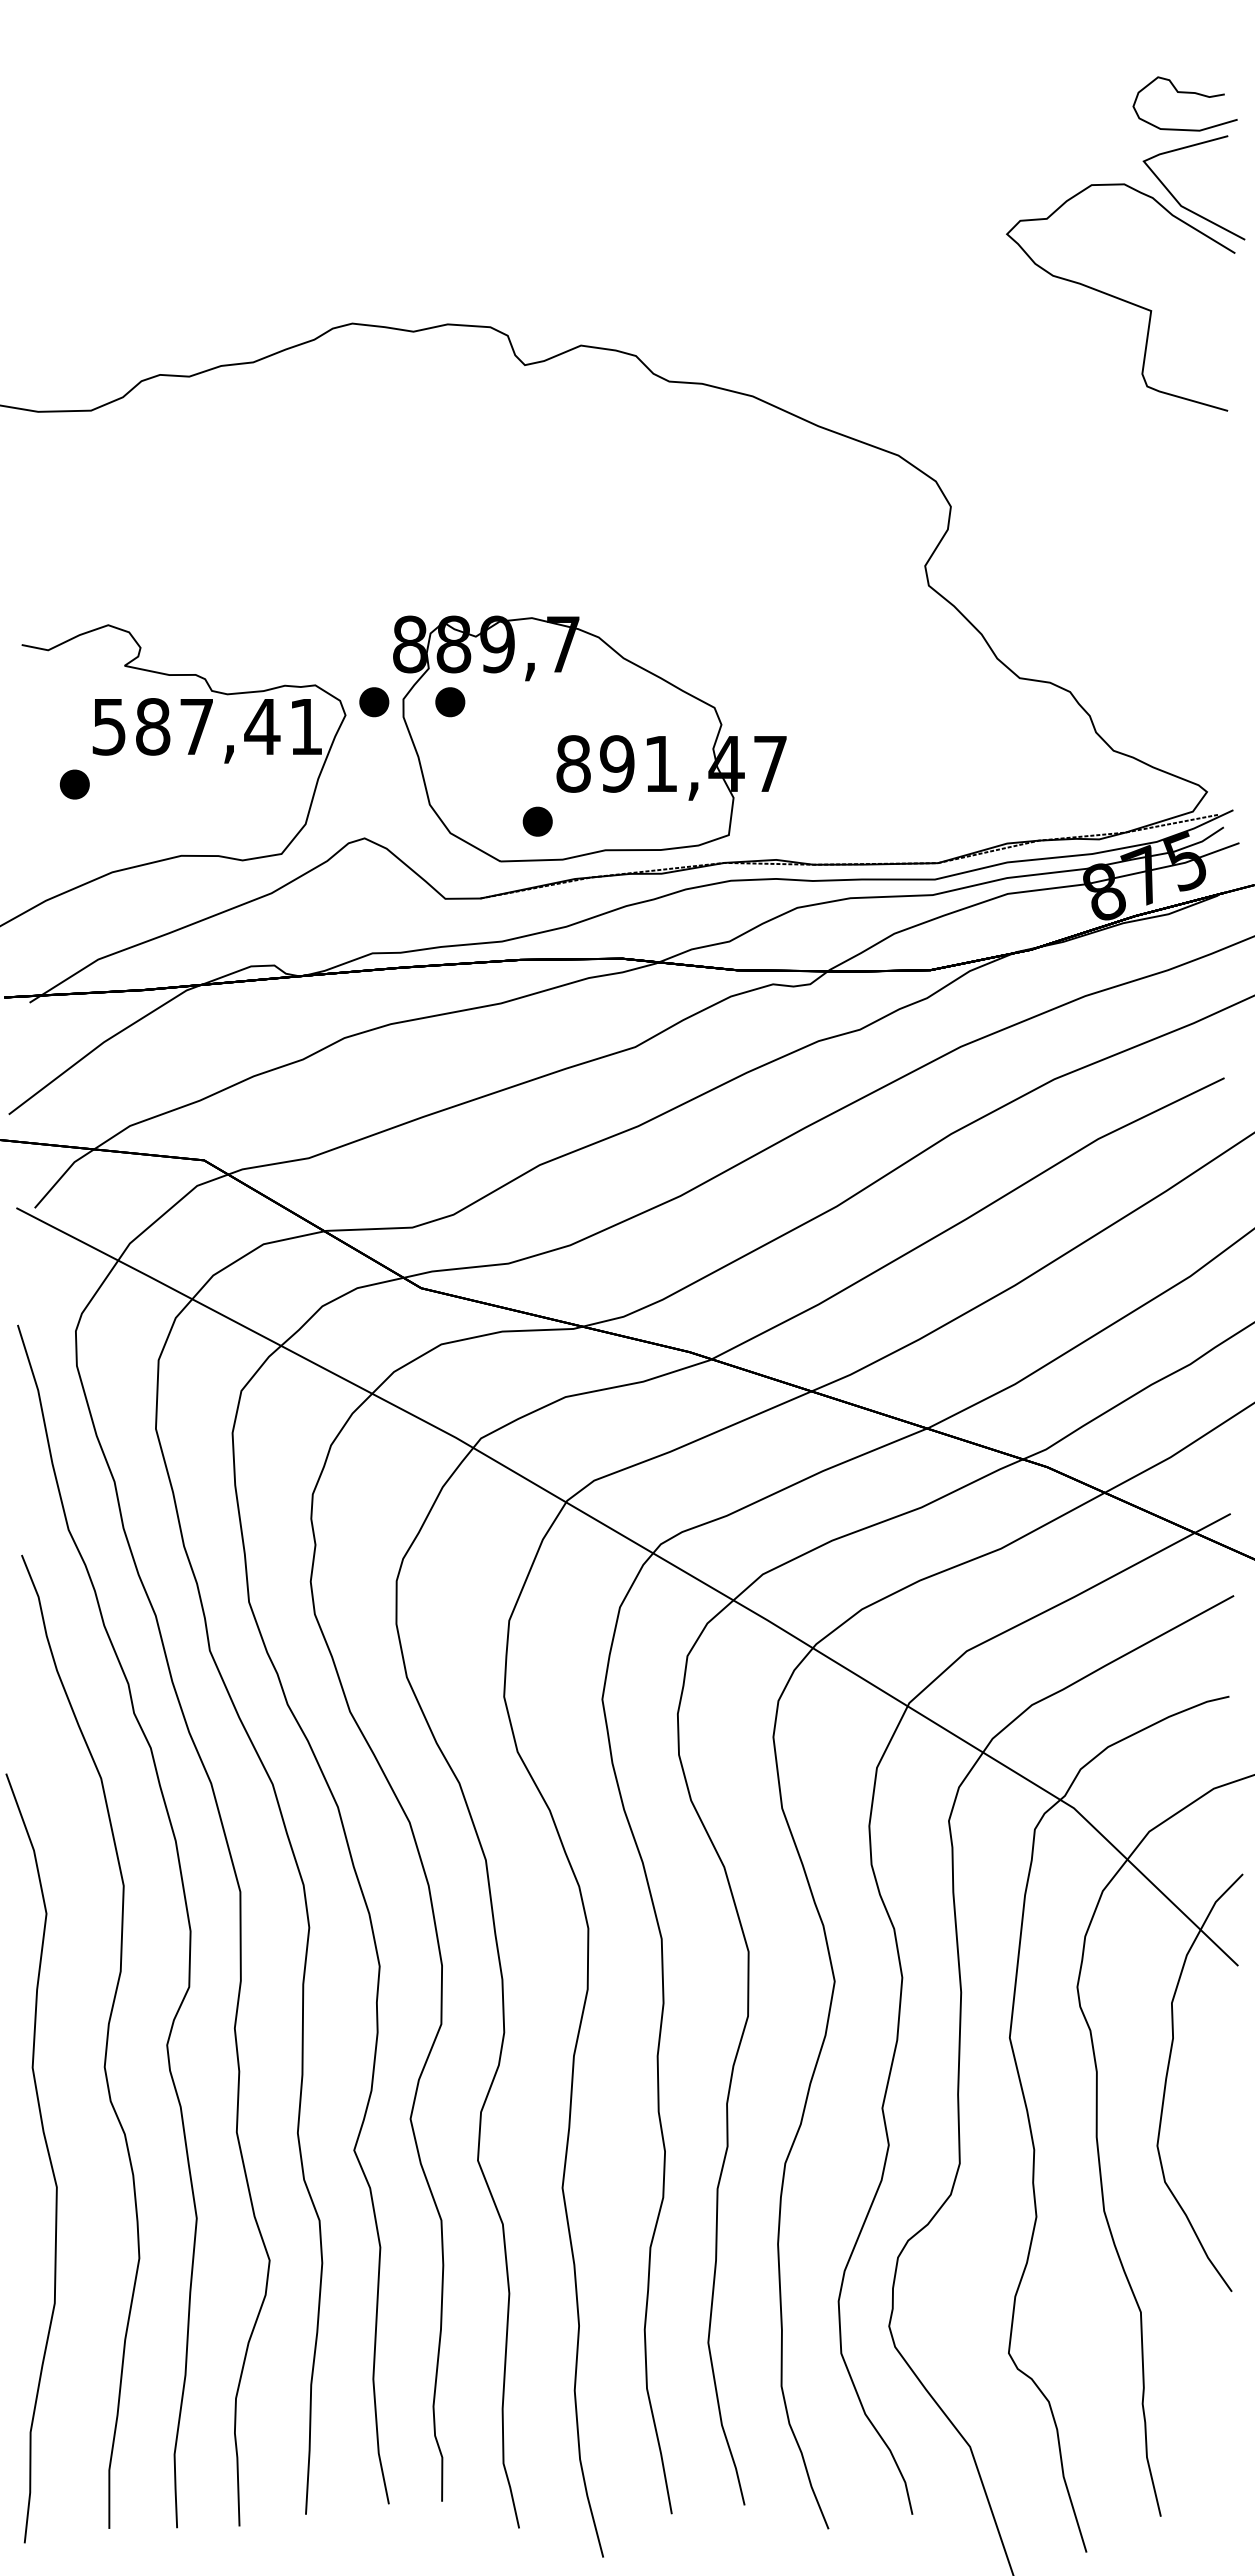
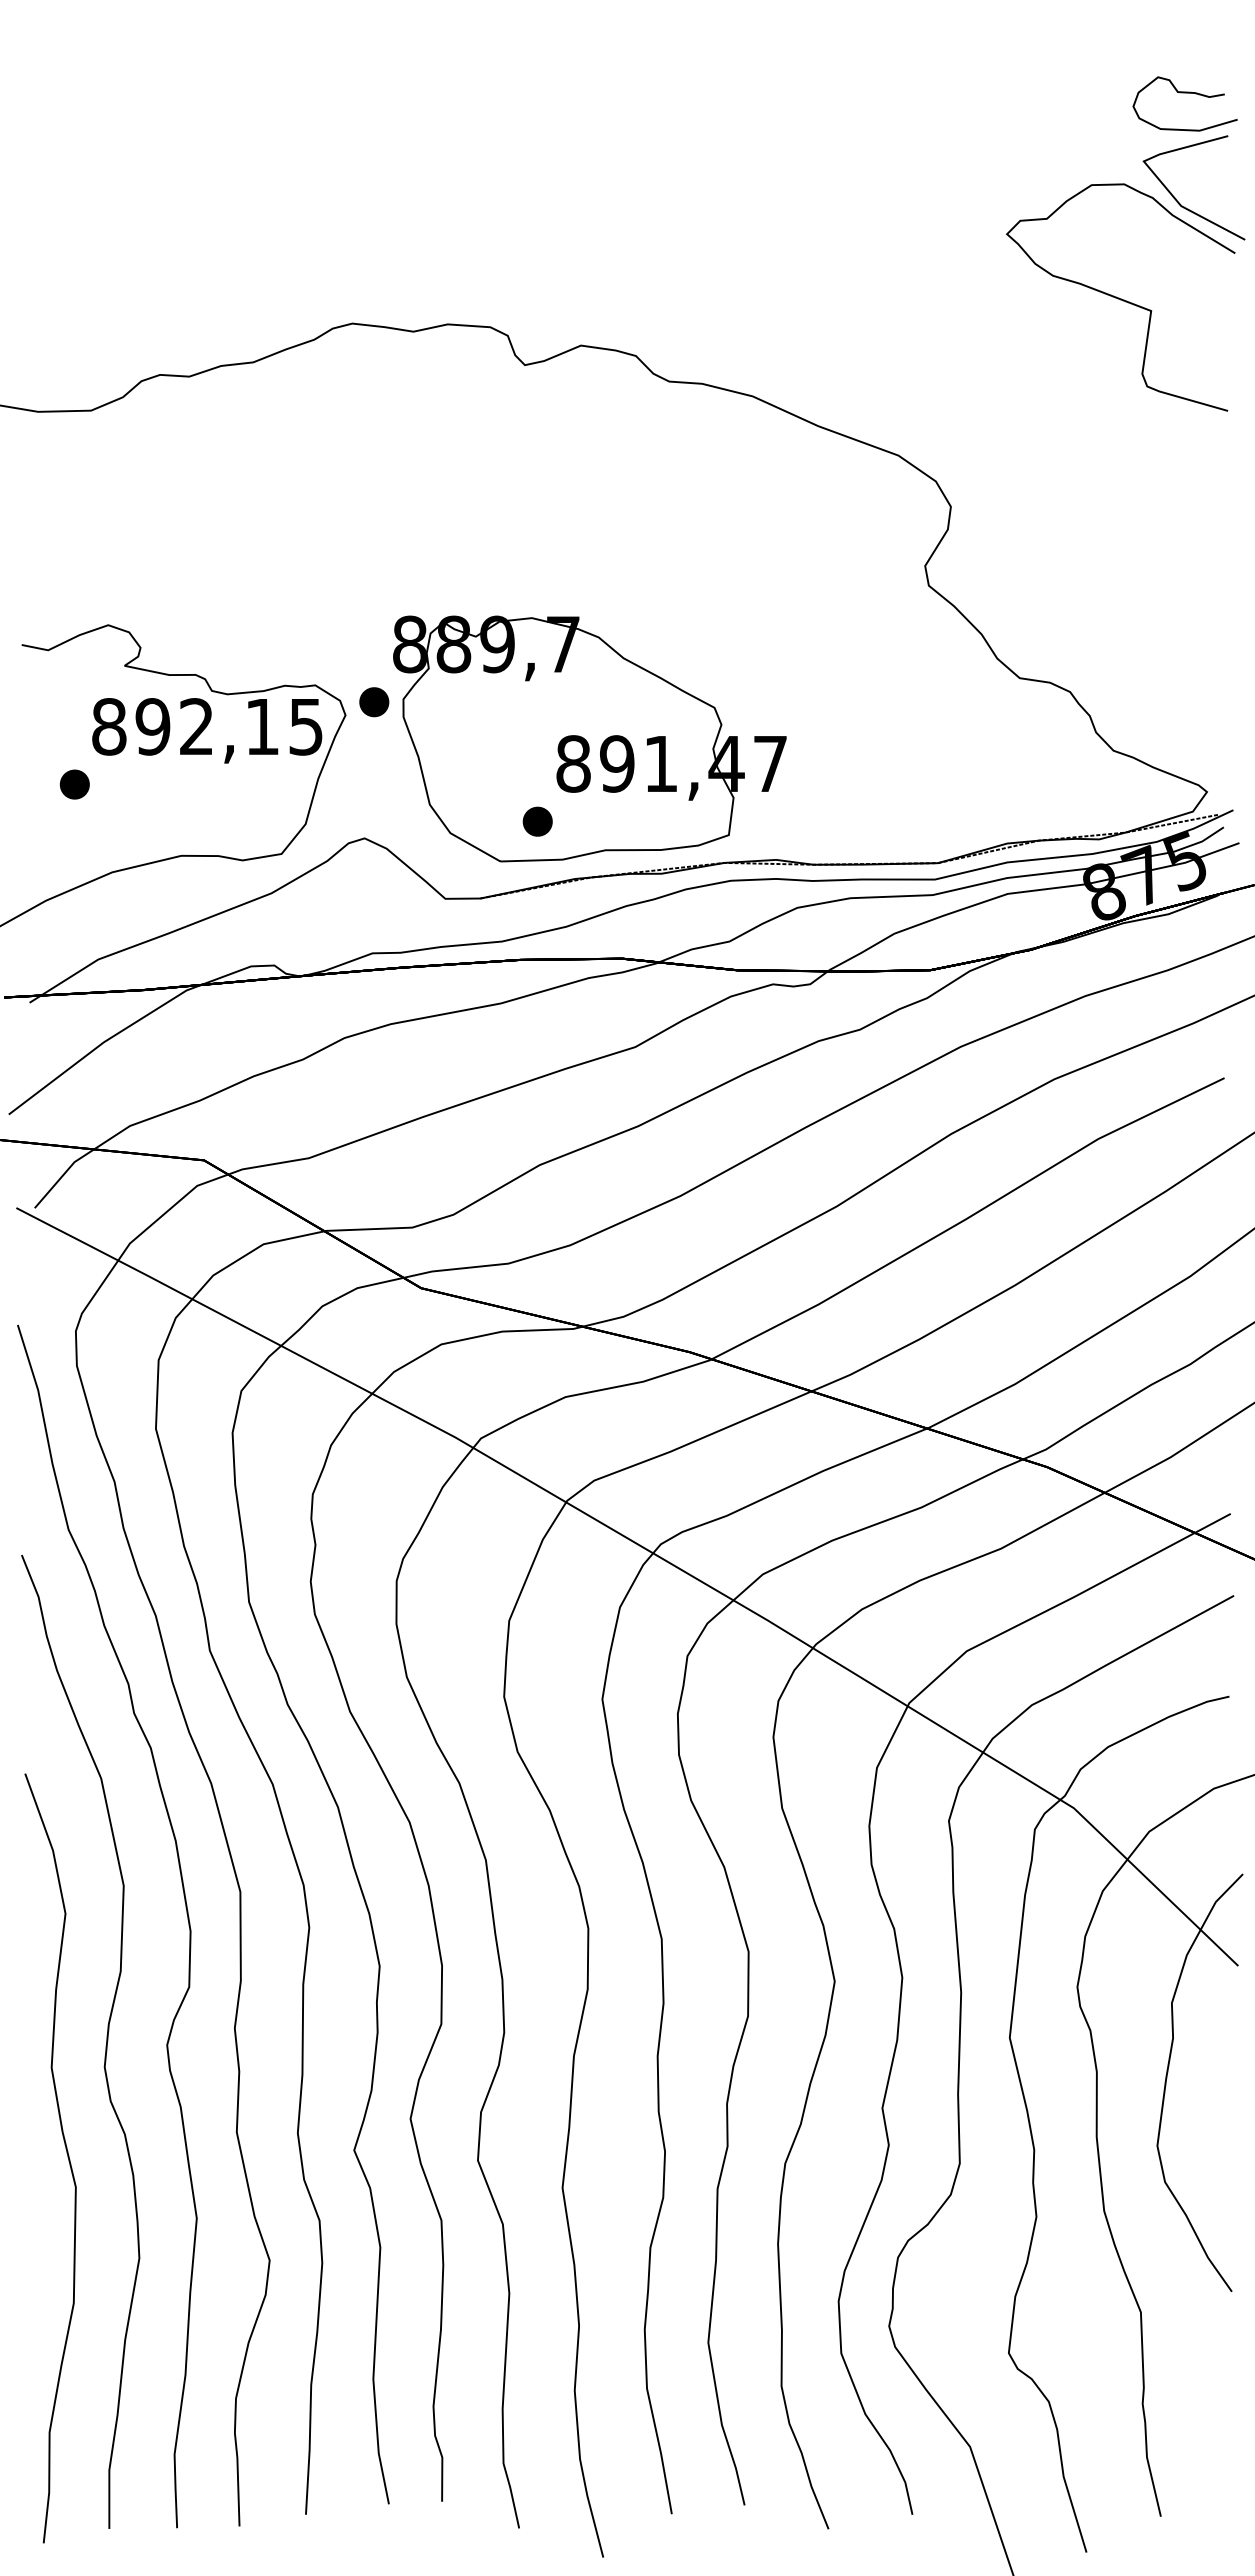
part at (450, 702): present -> none
text at (207, 726): 587,41 -> 892,15
curve at (47, 2153) position: (47, 2153) -> (66, 2153)
